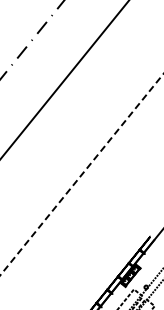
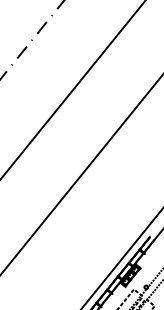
line at (64, 79) position: (64, 79) -> (73, 89)
line at (82, 174): dashed -> solid
line at (121, 258): none -> present
